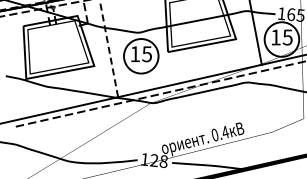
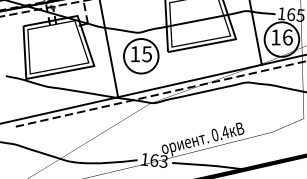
text at (287, 37): 15 -> 16
line at (109, 49): dashed -> solid
text at (158, 160): 128 -> 163
